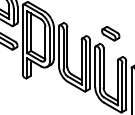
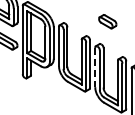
part at (110, 33) position: (110, 33) -> (107, 21)
line at (95, 67): solid -> dashed
